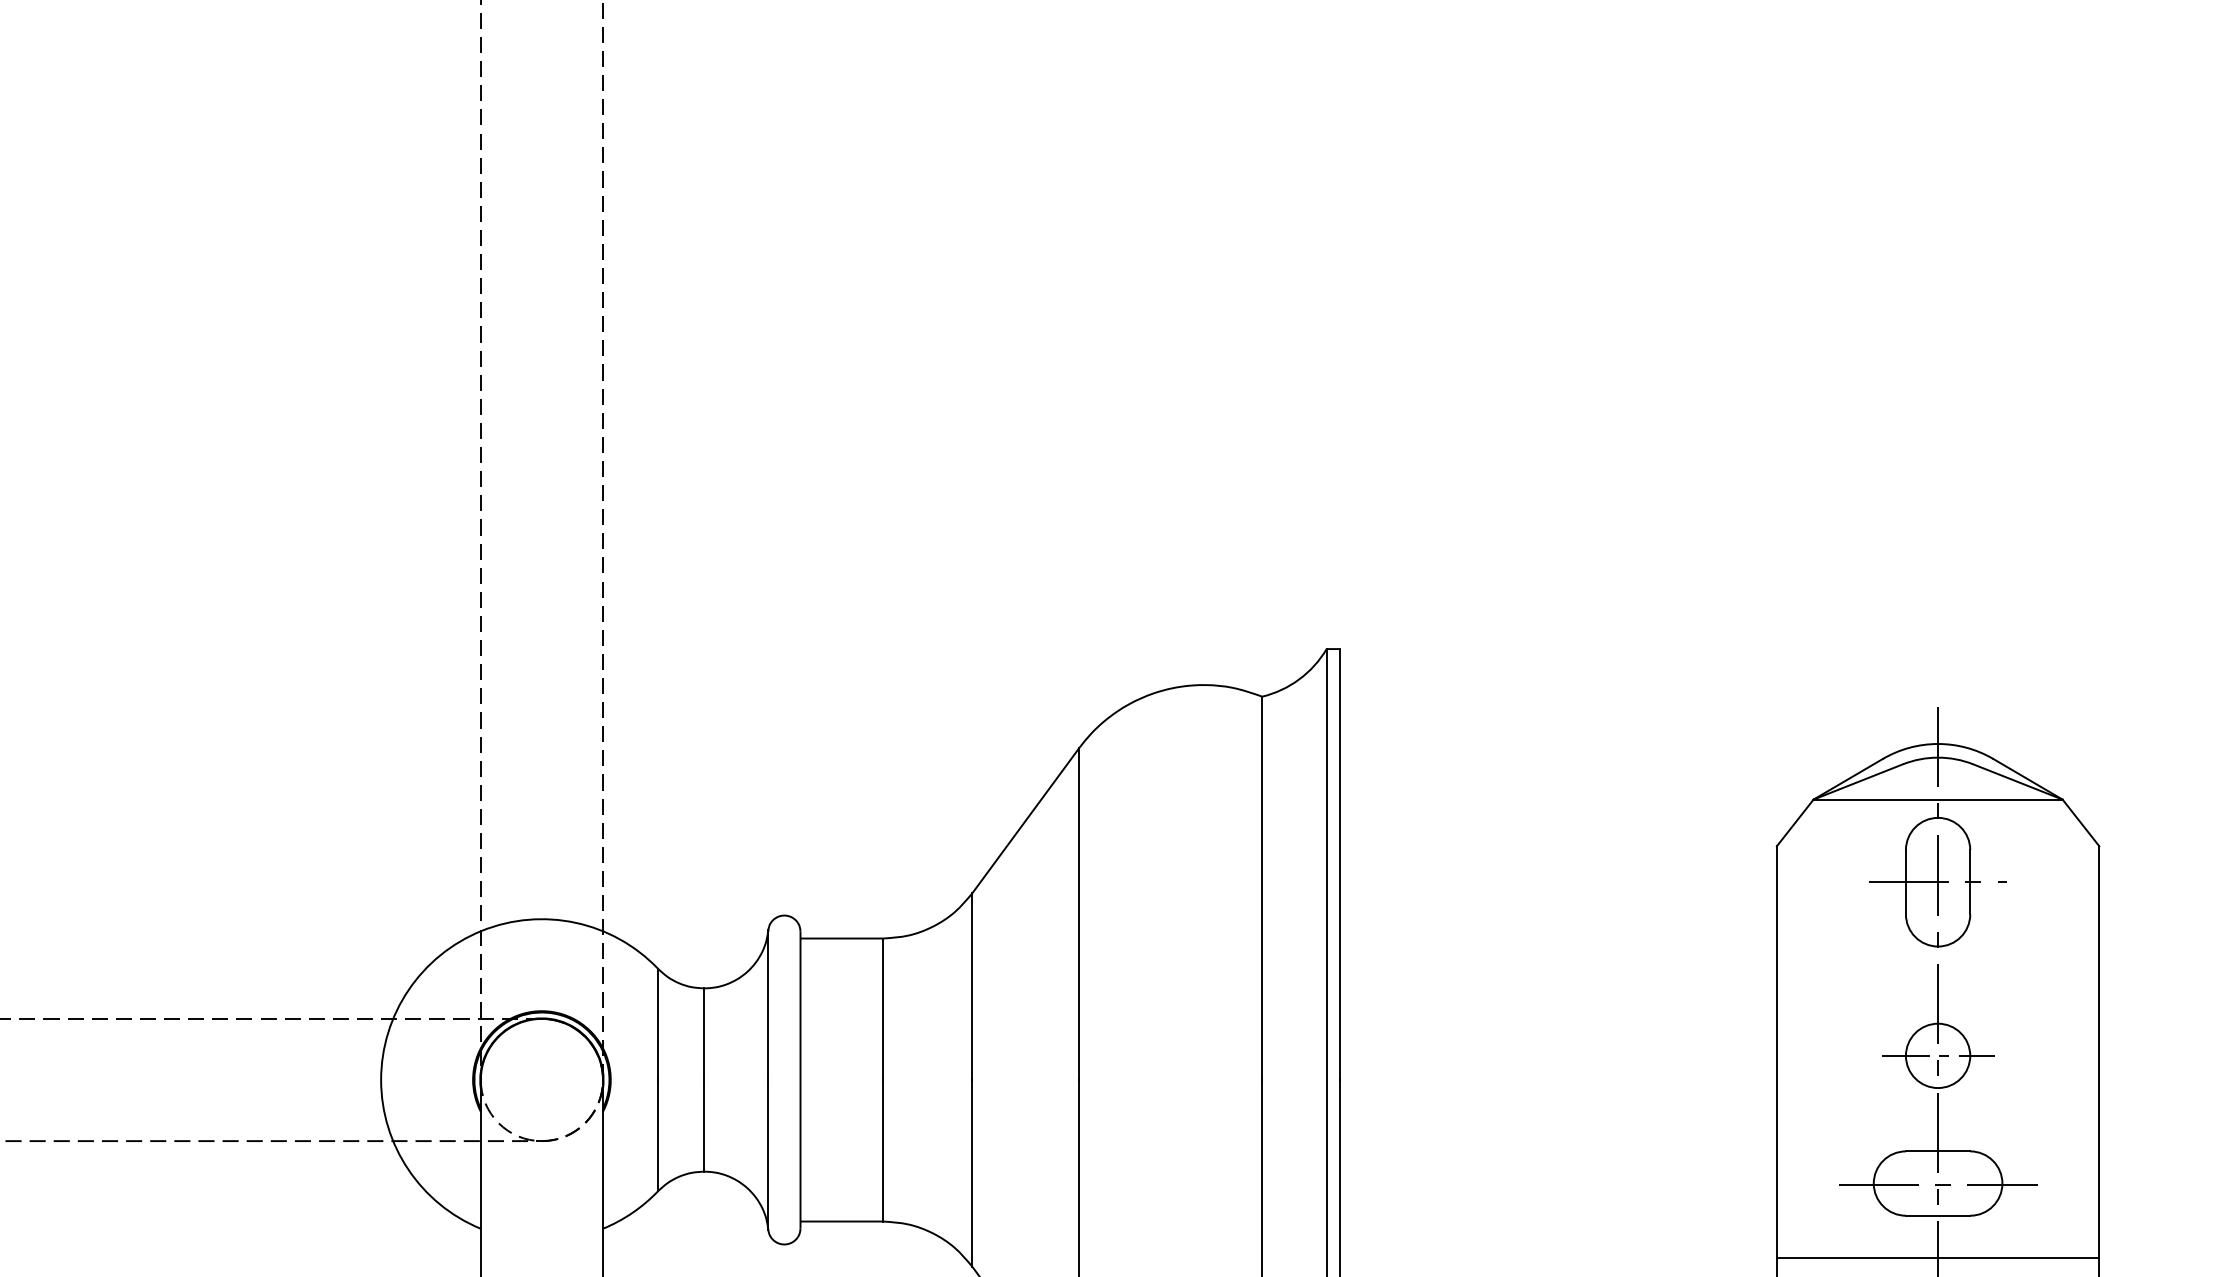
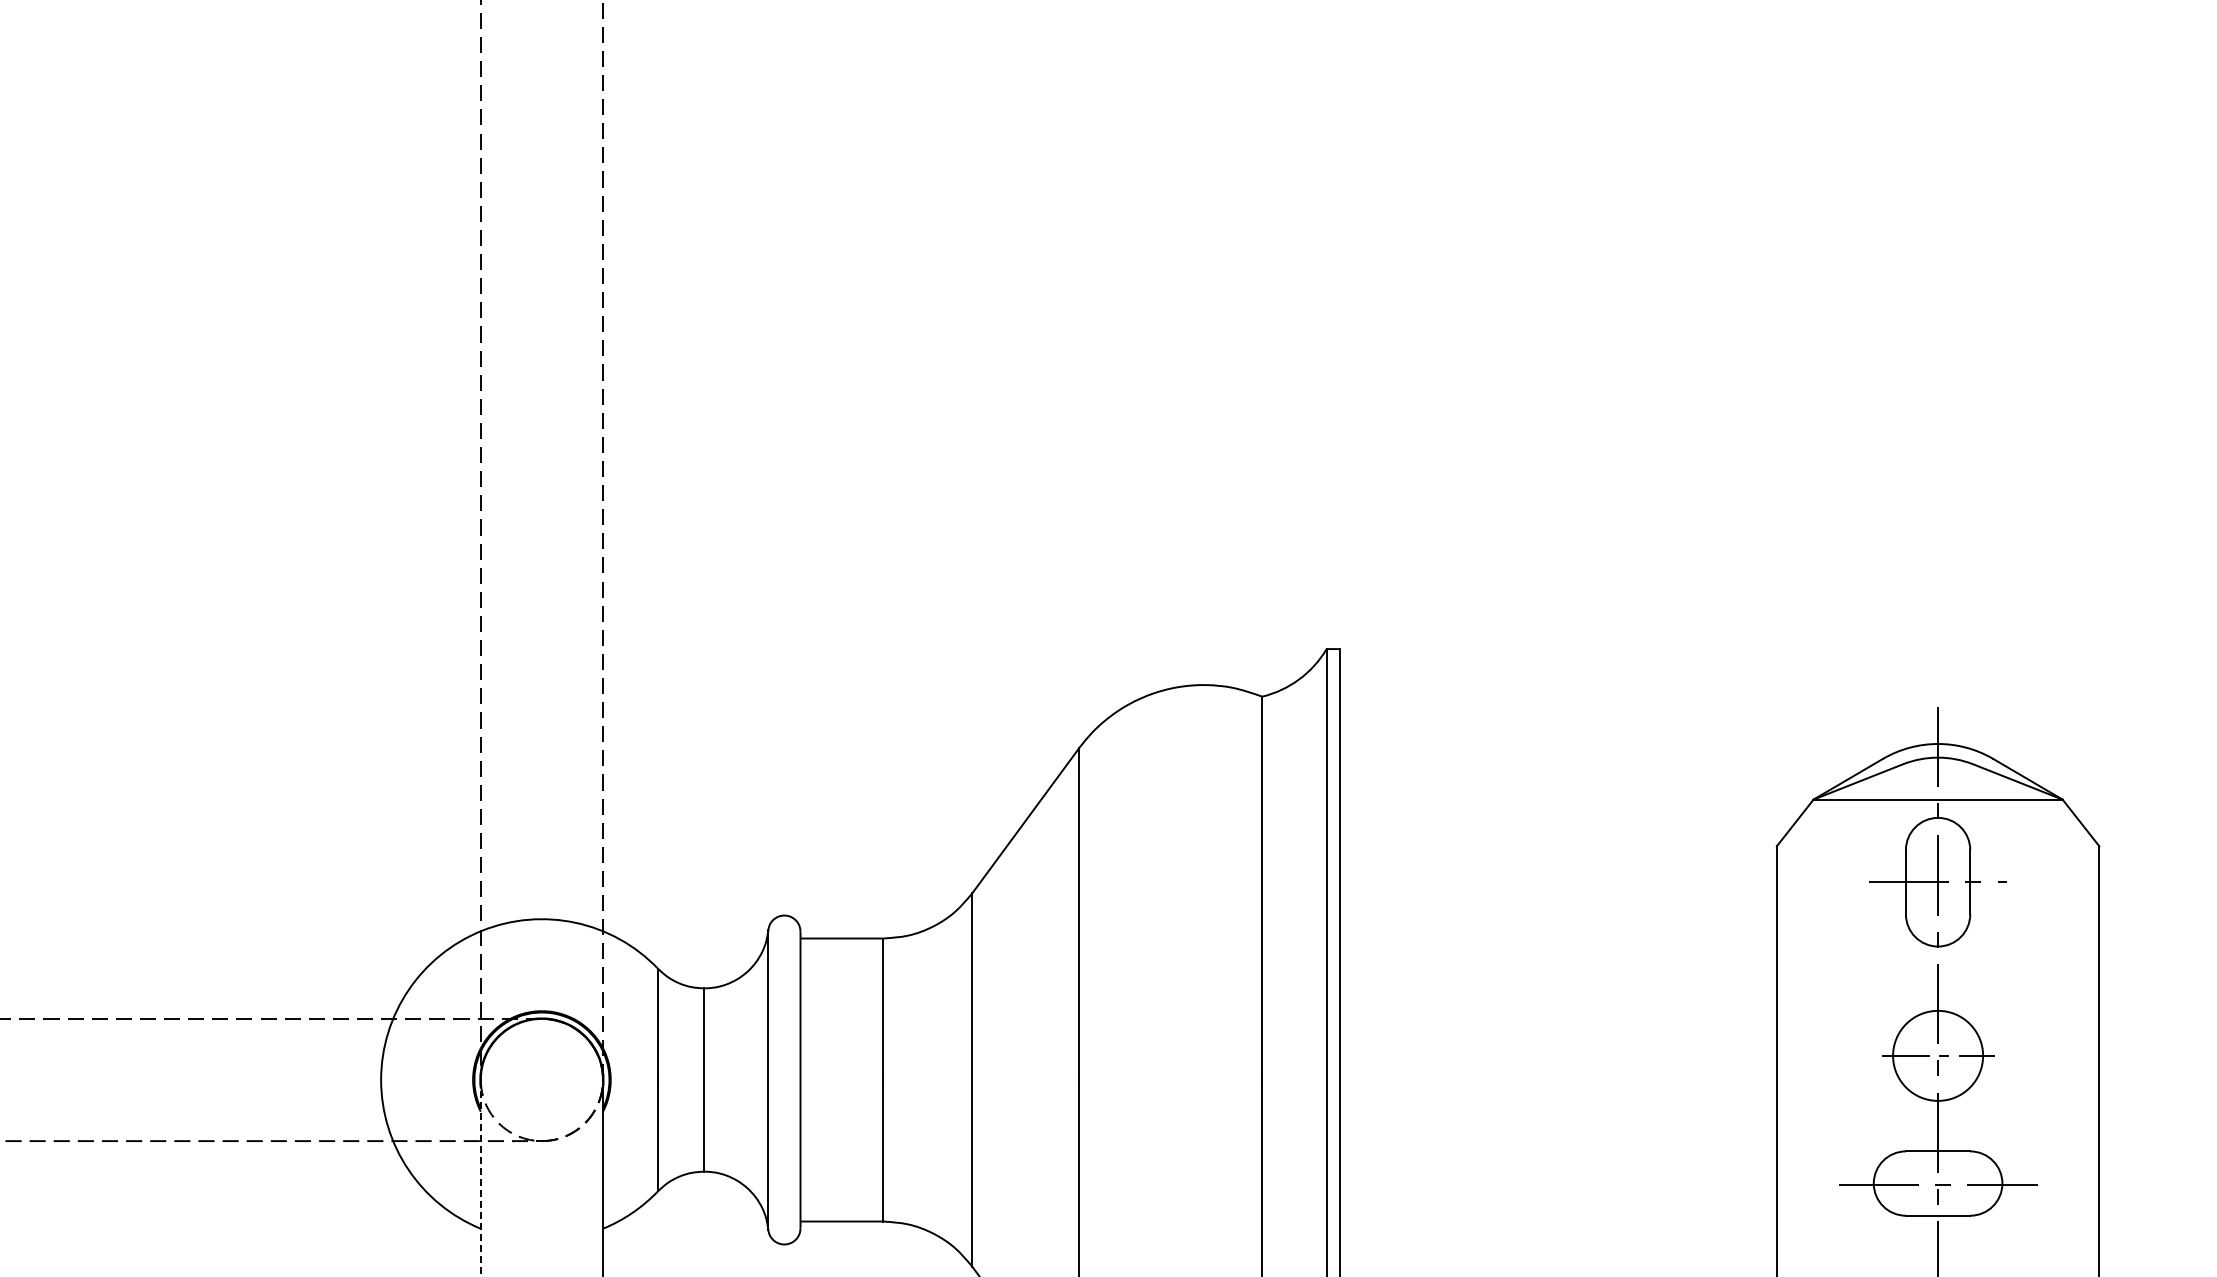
circle at (1937, 1055) diameter: 64 px -> 90 px
line at (480, 1178): solid -> dashed
line at (1937, 1258): present -> none
